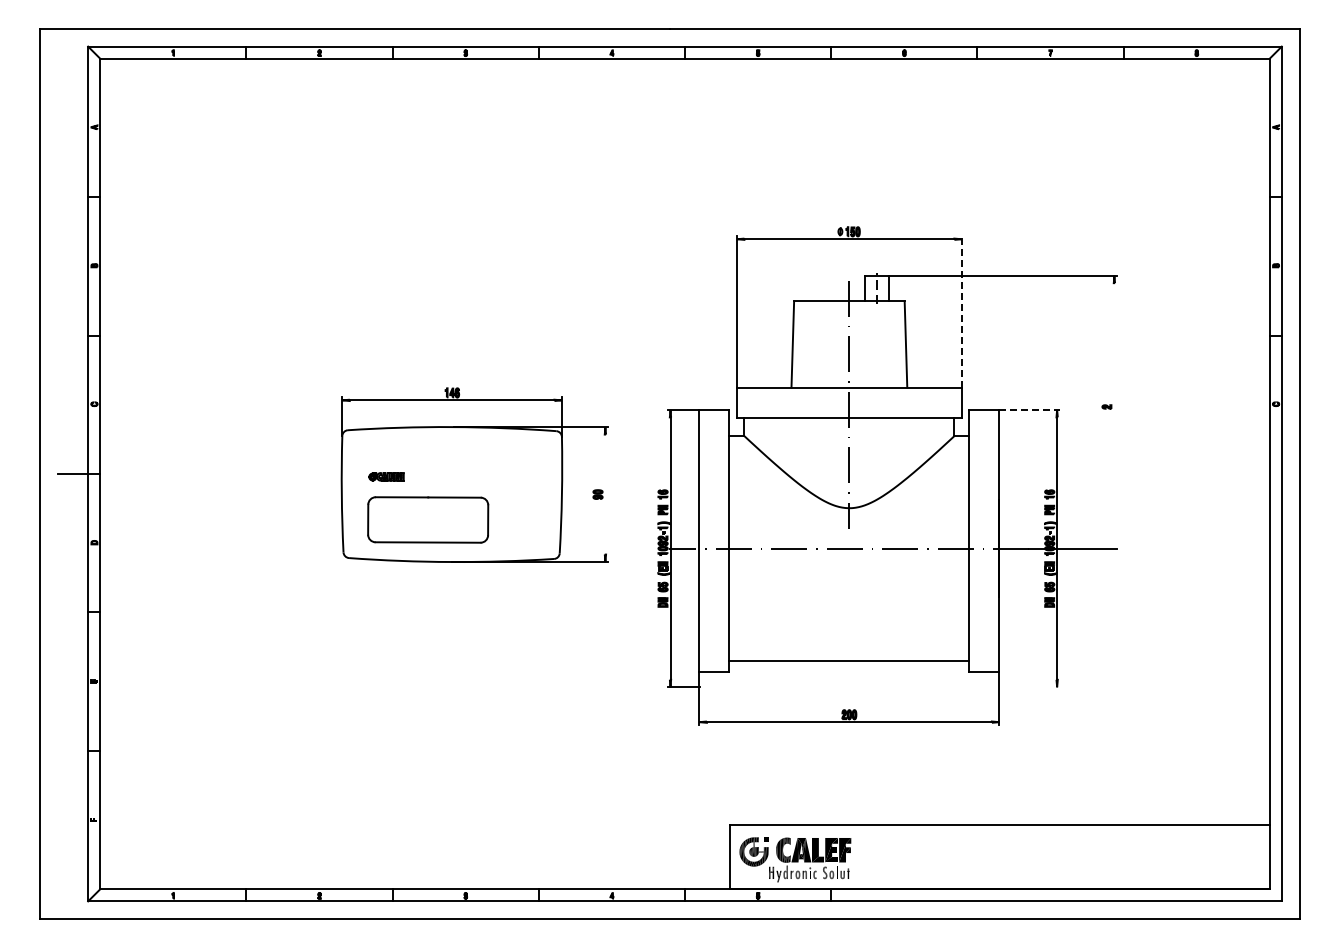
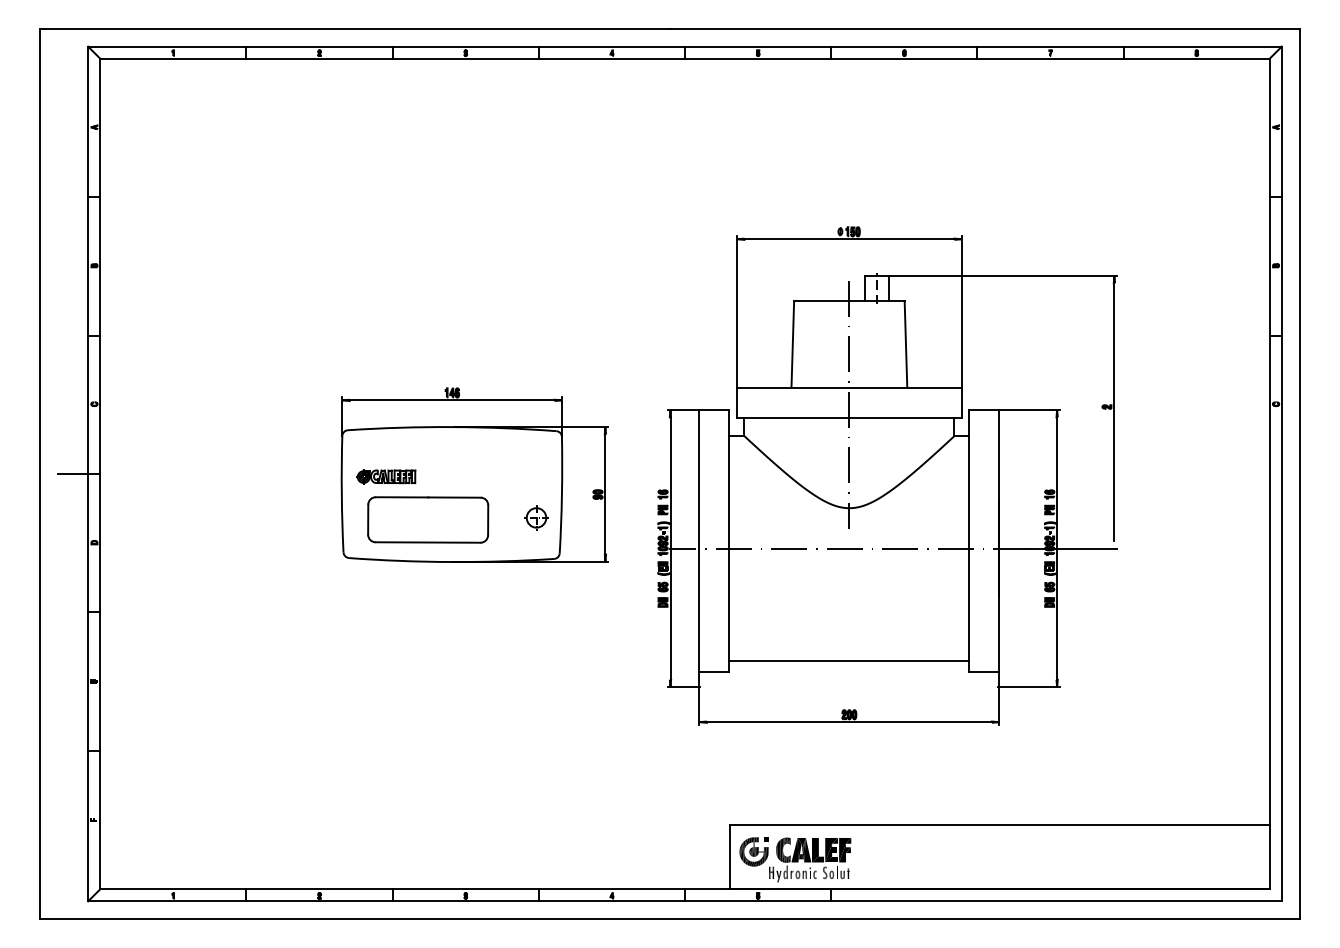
line at (961, 311): dashed -> solid
line at (1030, 409): dashed -> solid
line at (1114, 412): none -> present
part at (386, 476) size: 37x10 px -> 61x16 px
line at (605, 494): none -> present
part at (536, 517): none -> present
line at (1029, 687): none -> present
